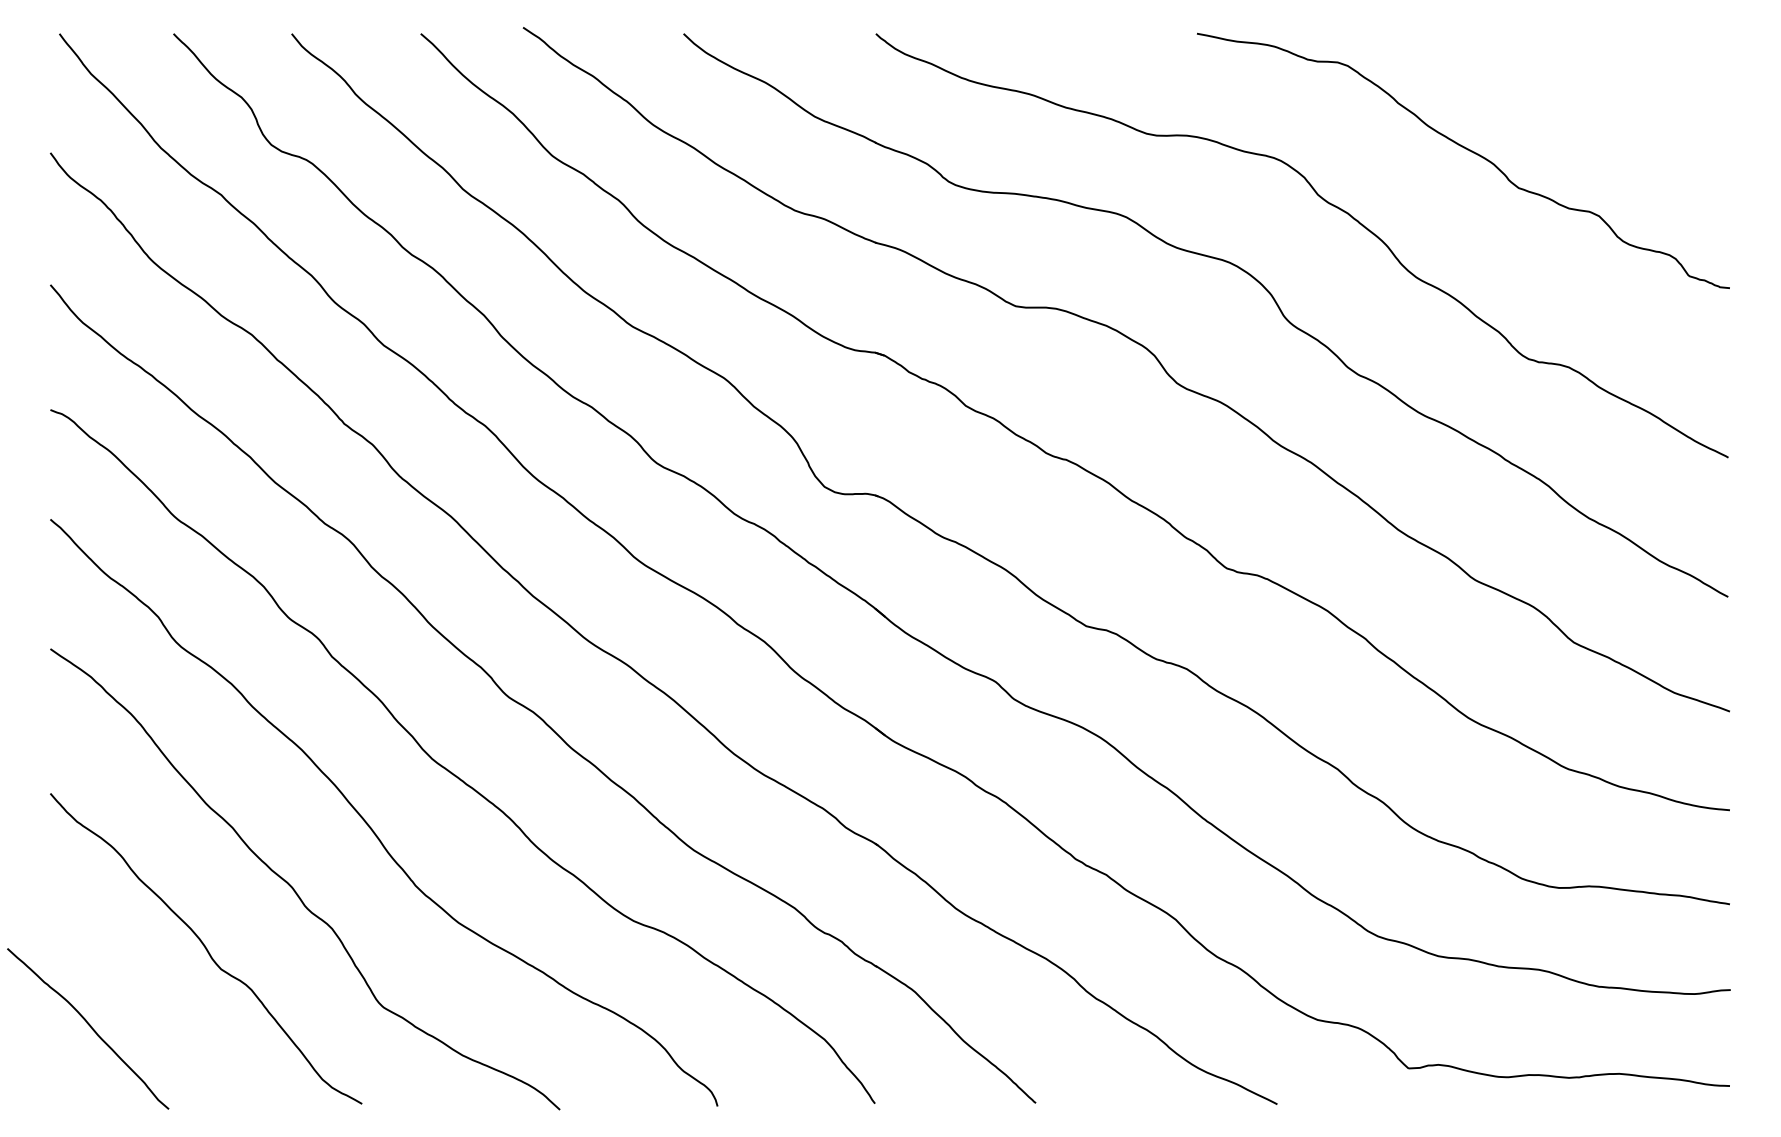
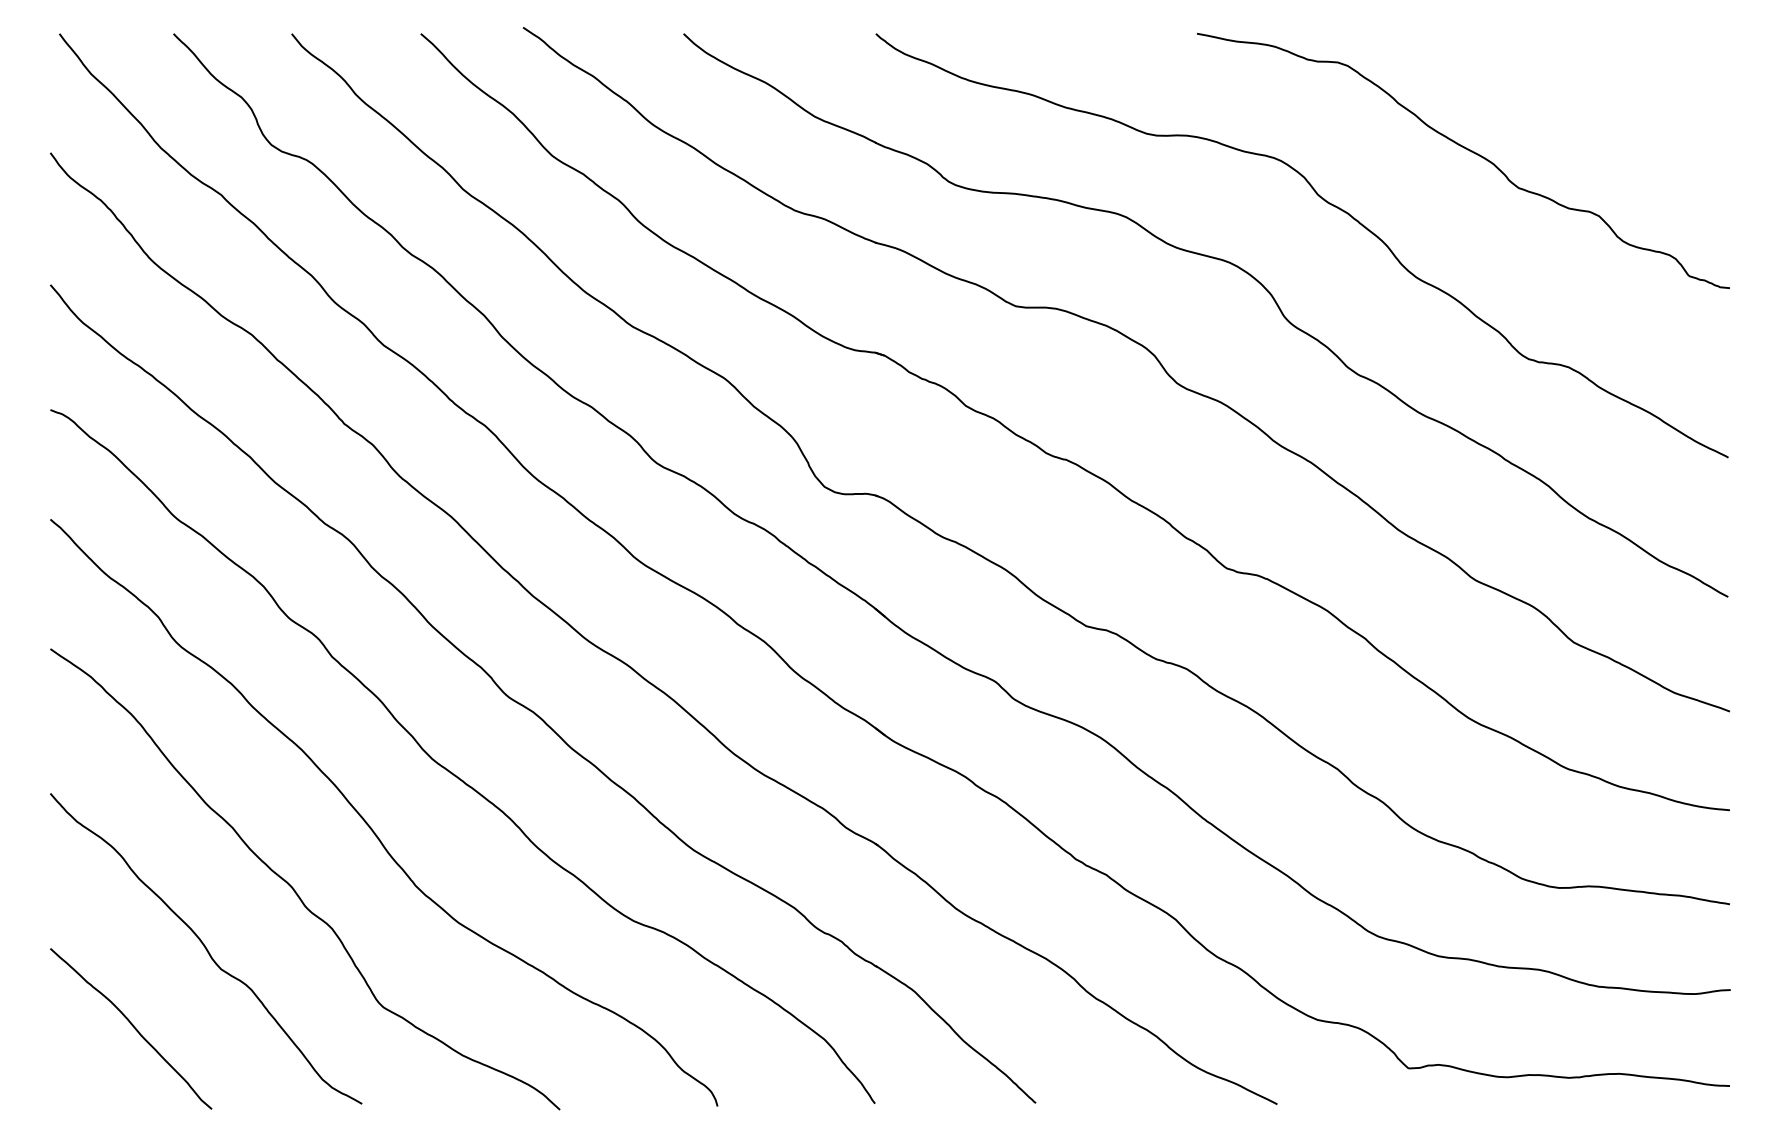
curve at (89, 1026) position: (89, 1026) -> (132, 1026)
